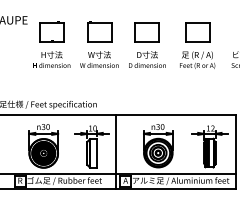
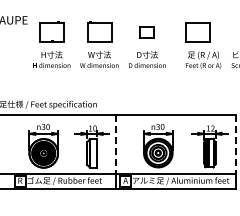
part at (146, 32) size: 26x21 px -> 16x13 px
text at (197, 59) position: (197, 59) -> (203, 59)
line at (116, 144): solid -> dashed
line at (235, 144): solid -> dashed
